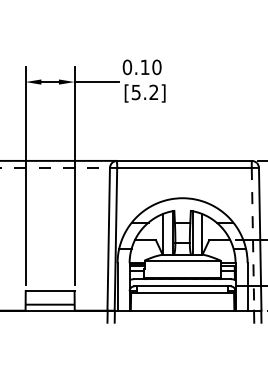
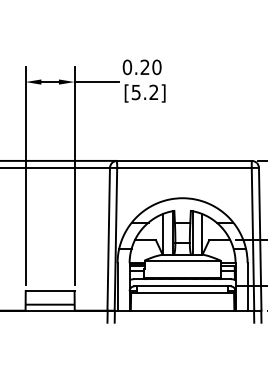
text at (144, 66): 0.10 -> 0.20
line at (55, 168): dashed -> solid
line at (253, 239): dashed -> solid
